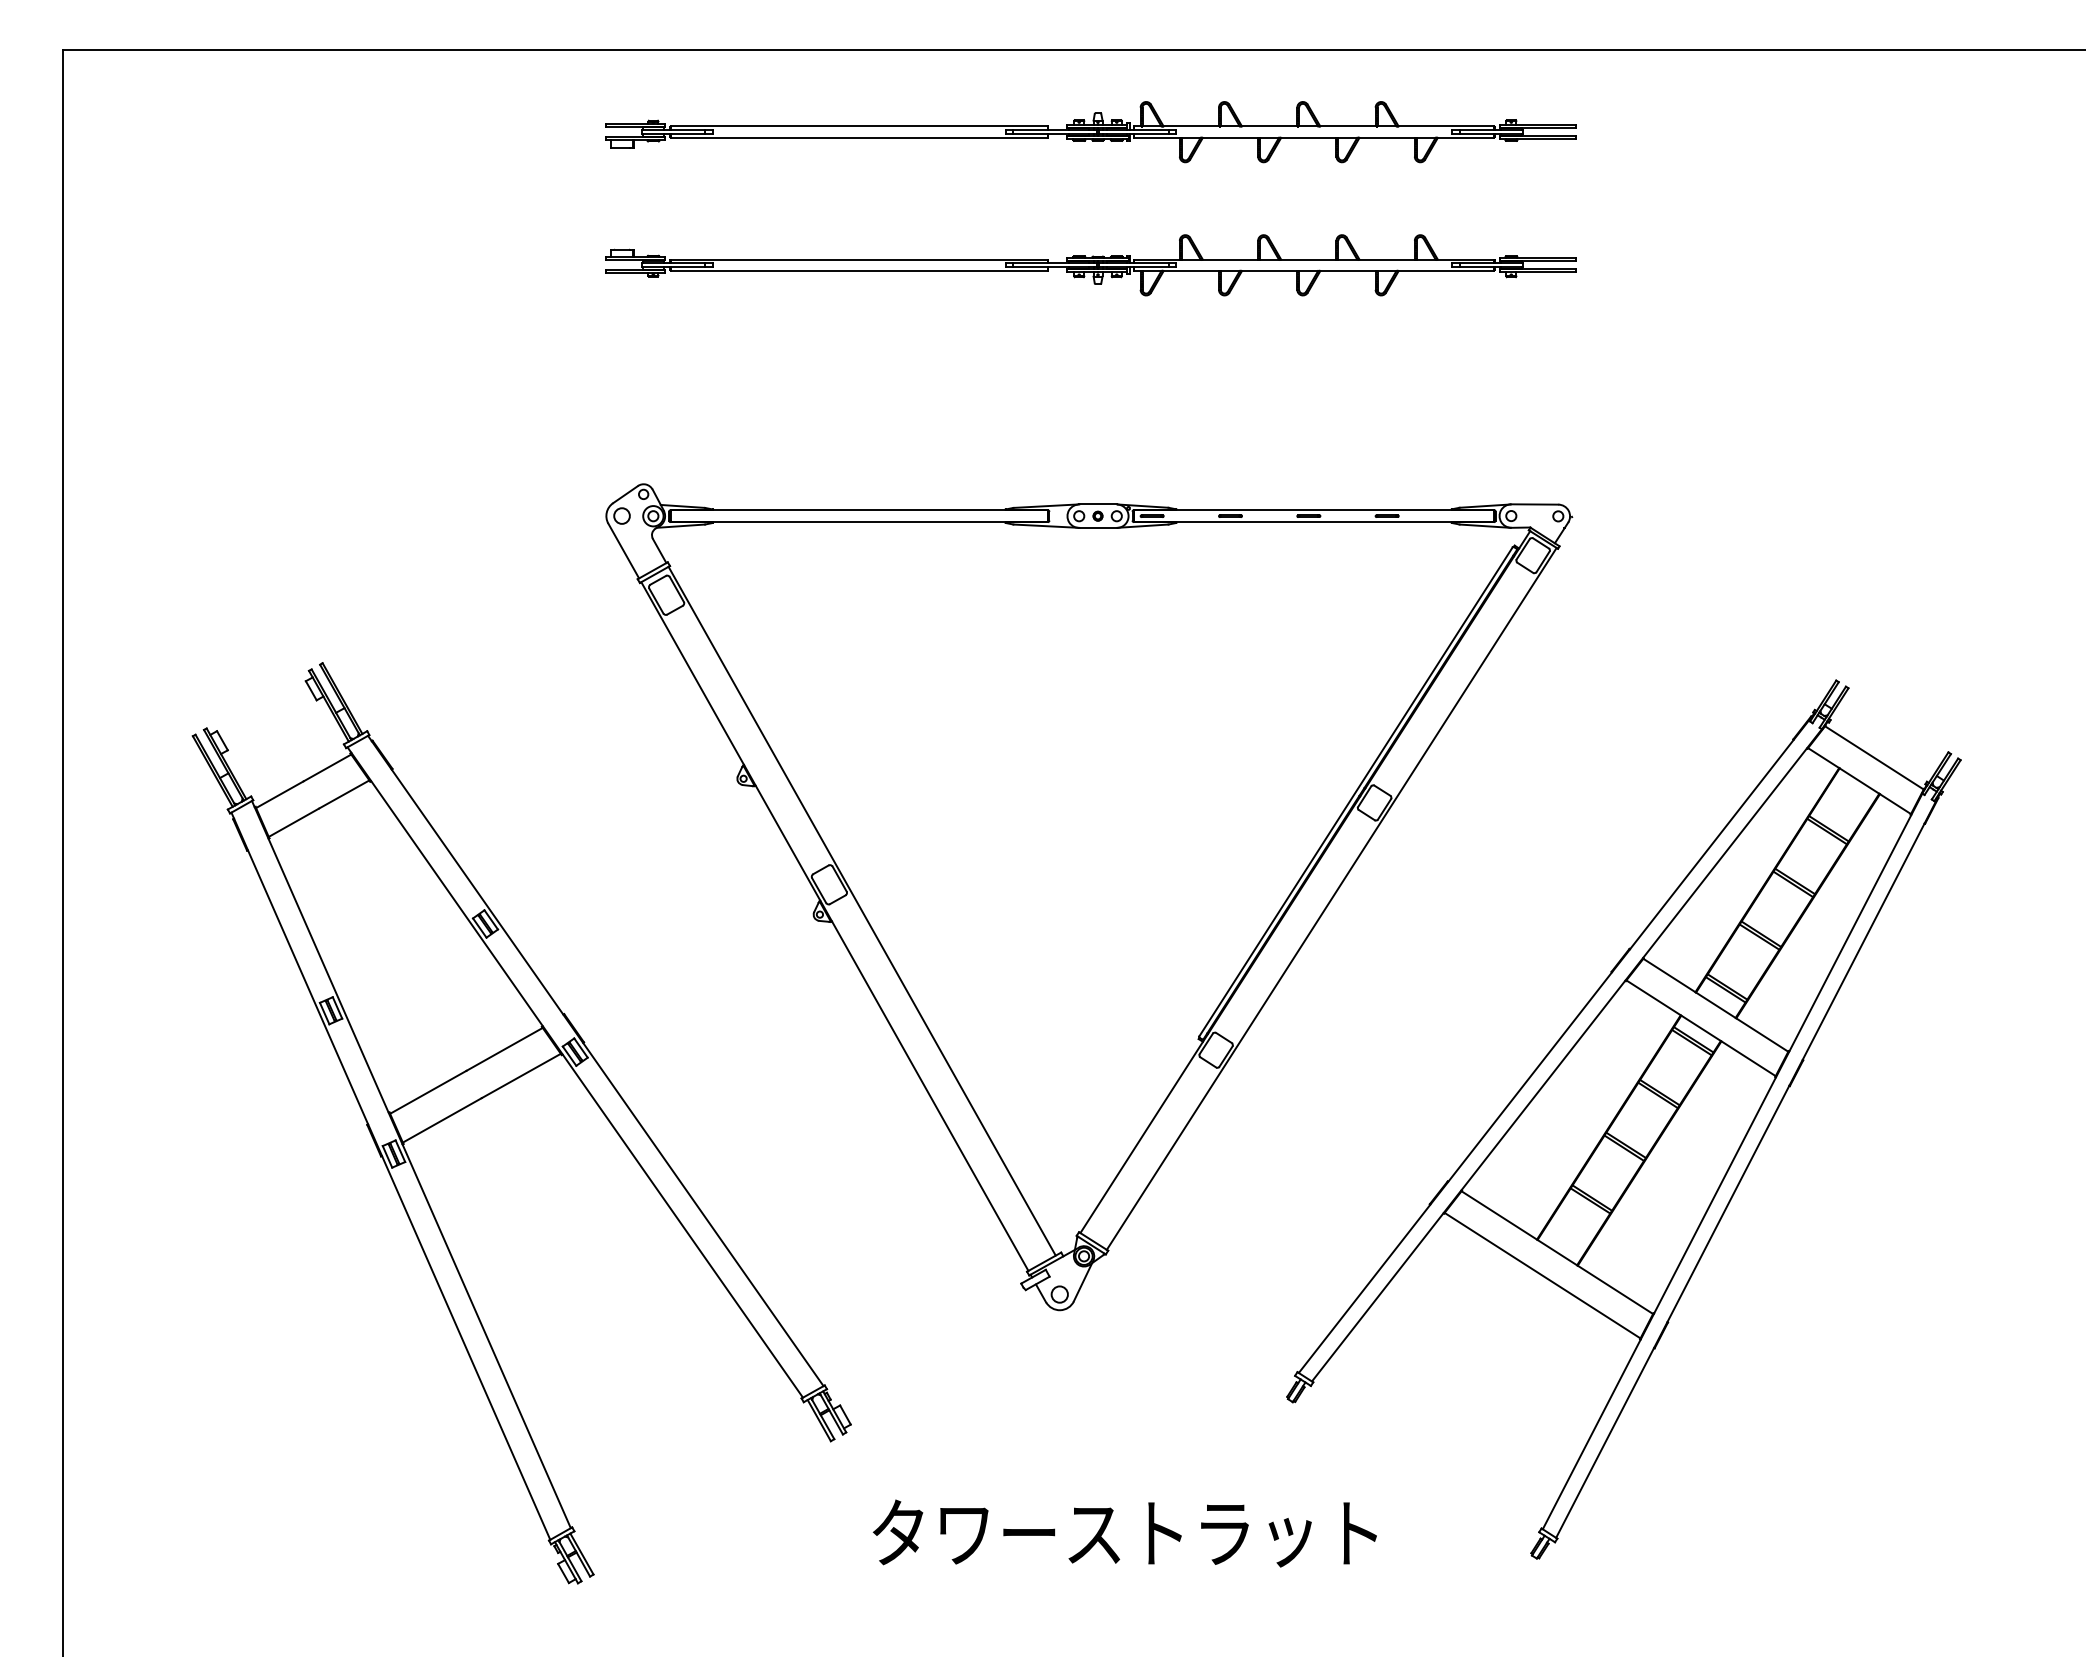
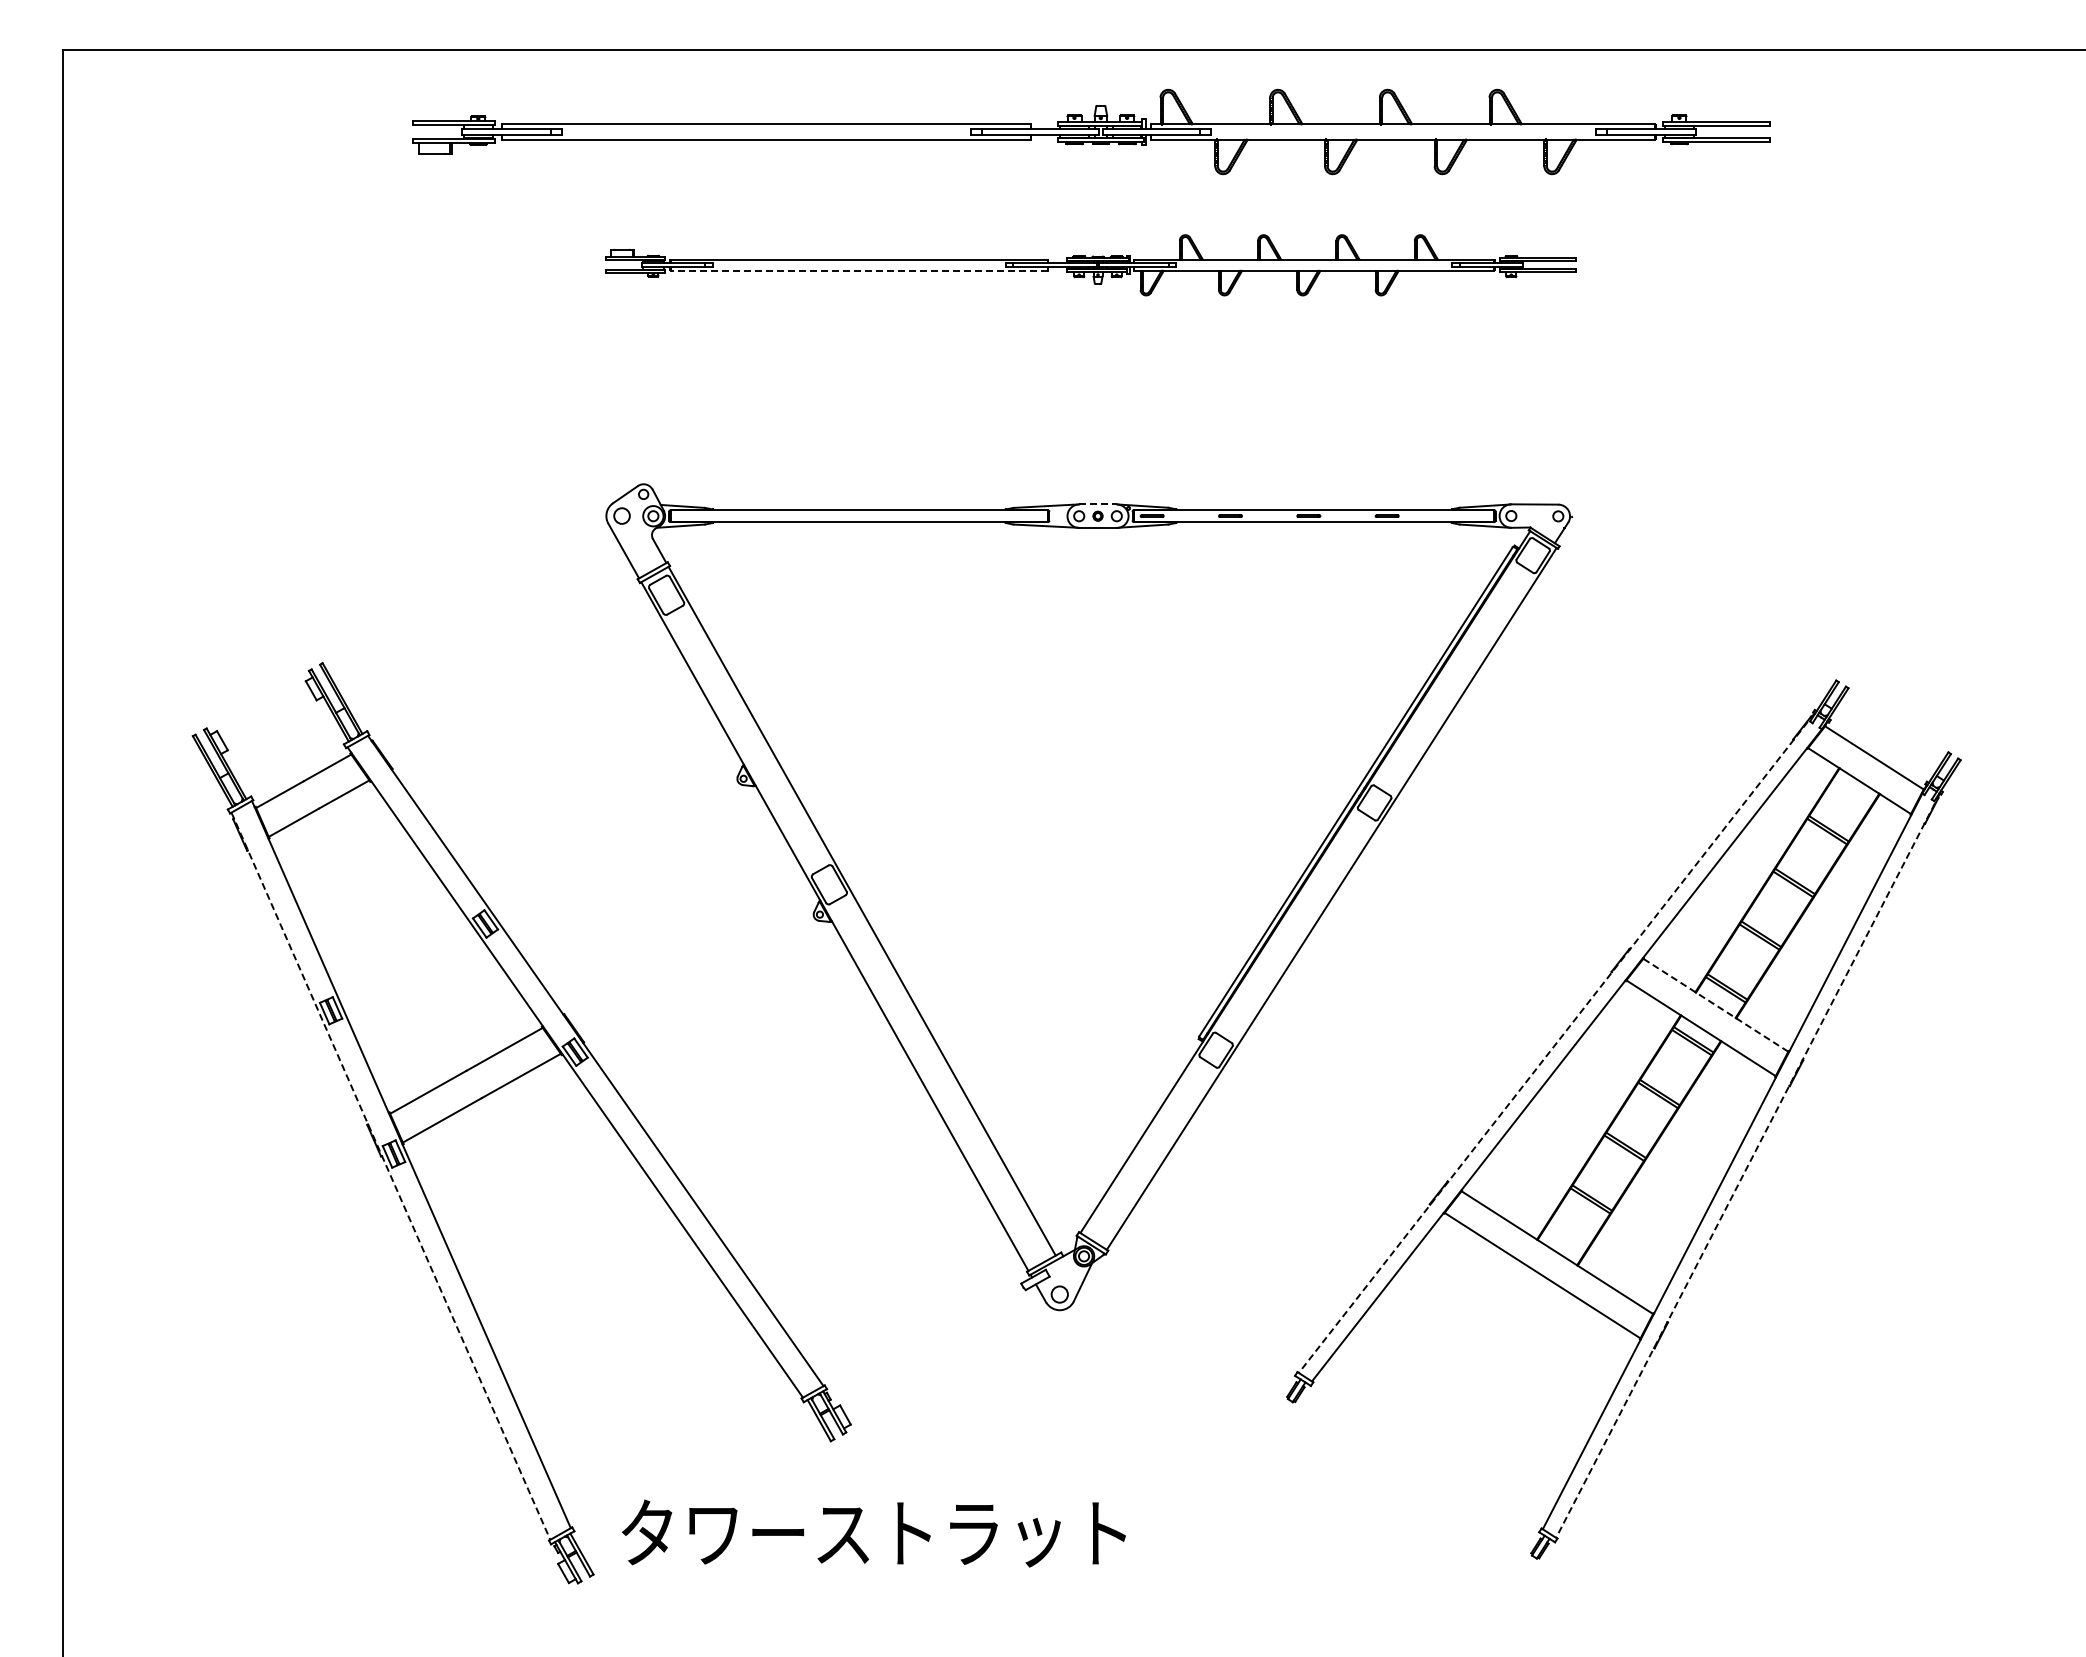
part at (1090, 132) size: 972x63 px -> 1359x88 px
line at (859, 271): solid -> dashed
line at (1098, 504): solid -> dashed
line at (1715, 1005): solid -> dashed
line at (1556, 1043): solid -> dashed
line at (1748, 1165): solid -> dashed
line at (390, 1176): solid -> dashed
text at (1124, 1533) position: (1124, 1533) -> (873, 1533)
